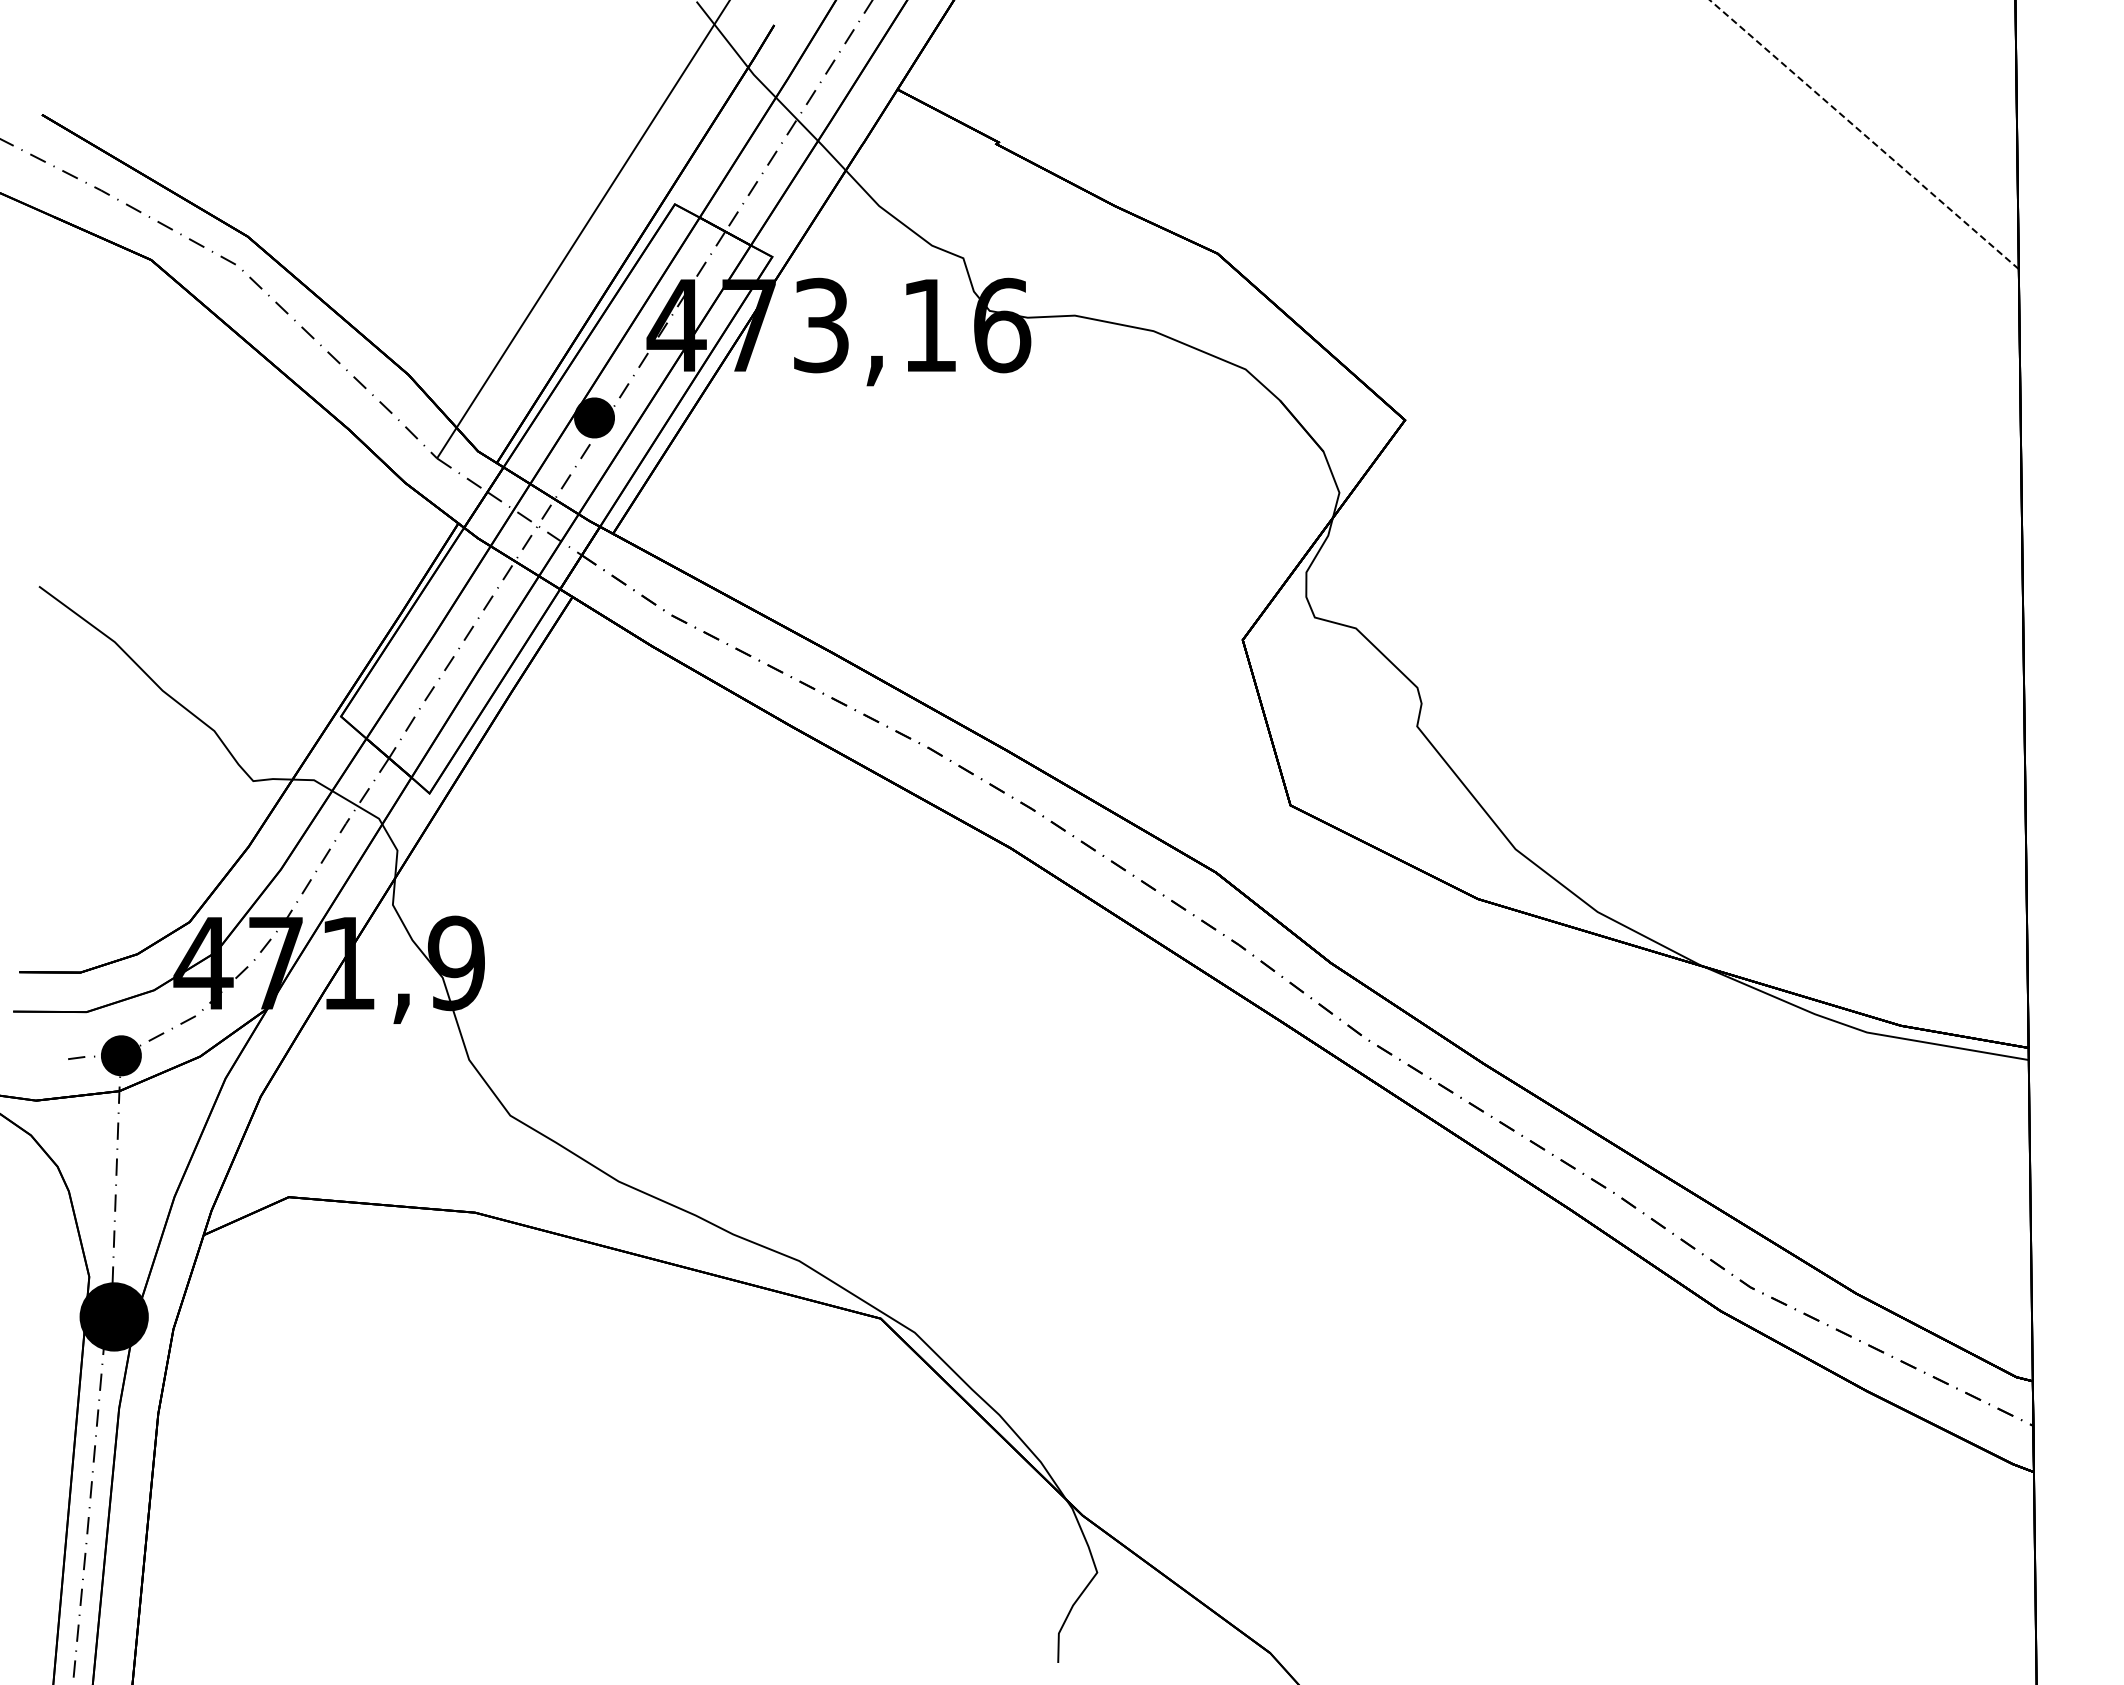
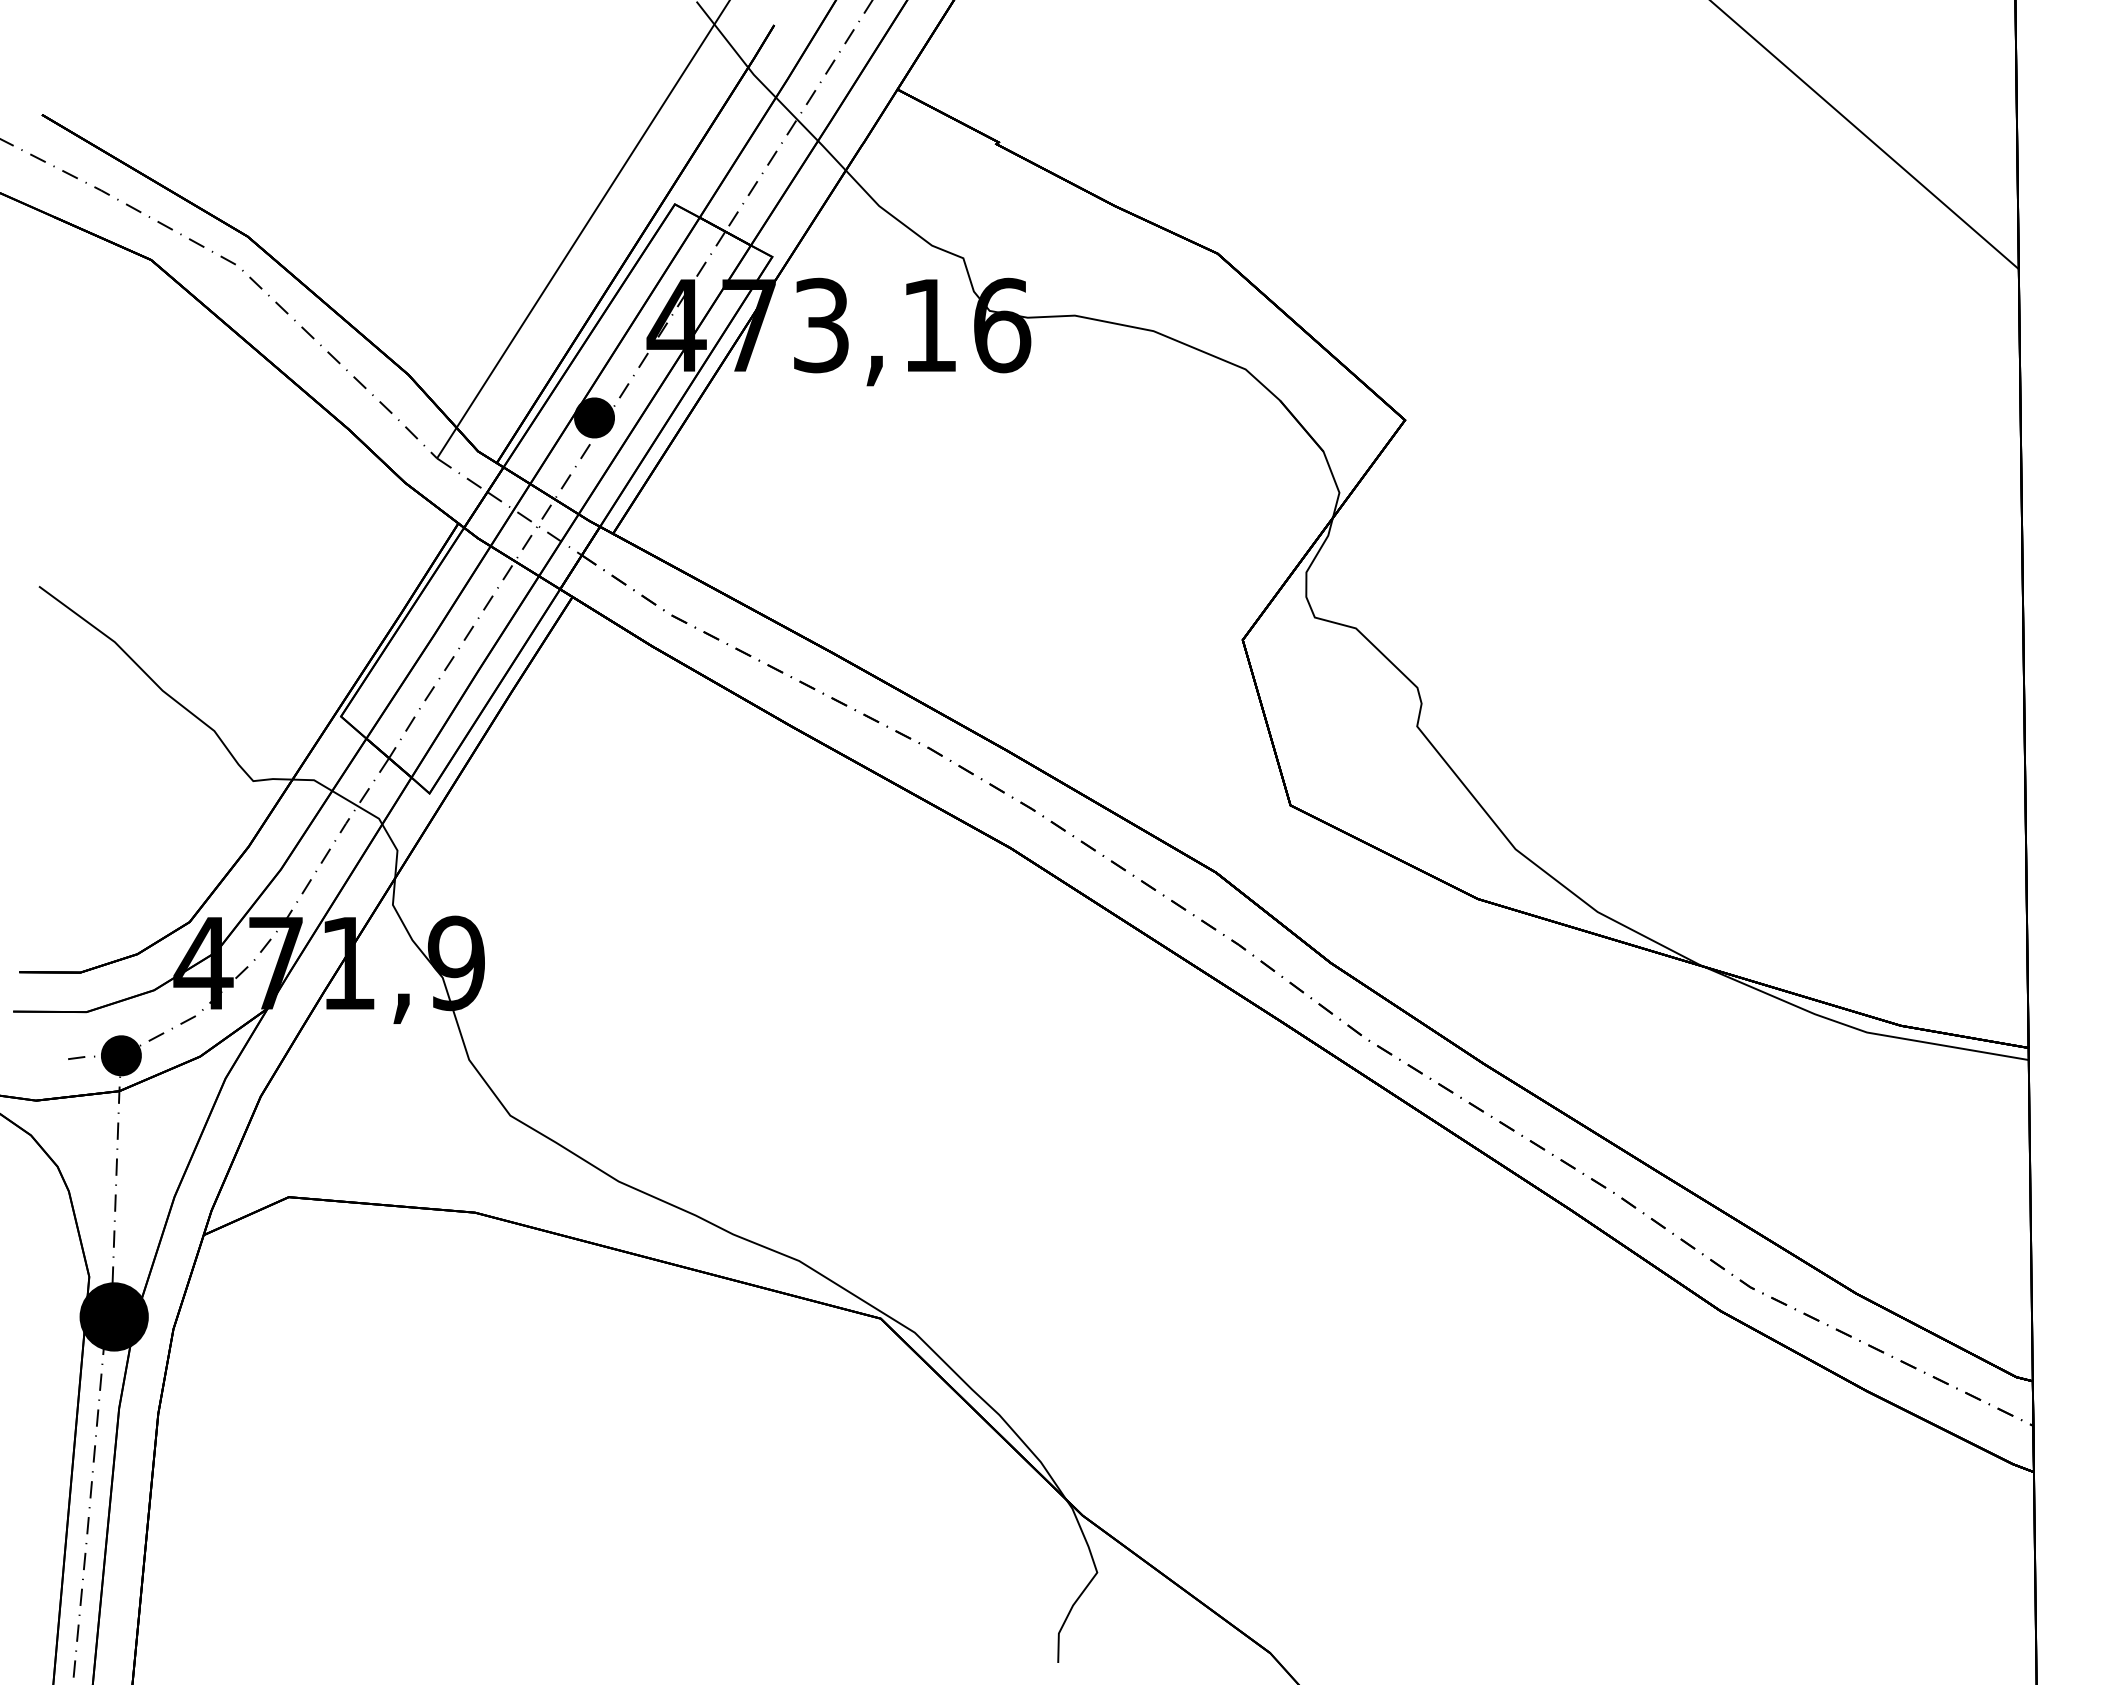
line at (1864, 134): dashed -> solid
